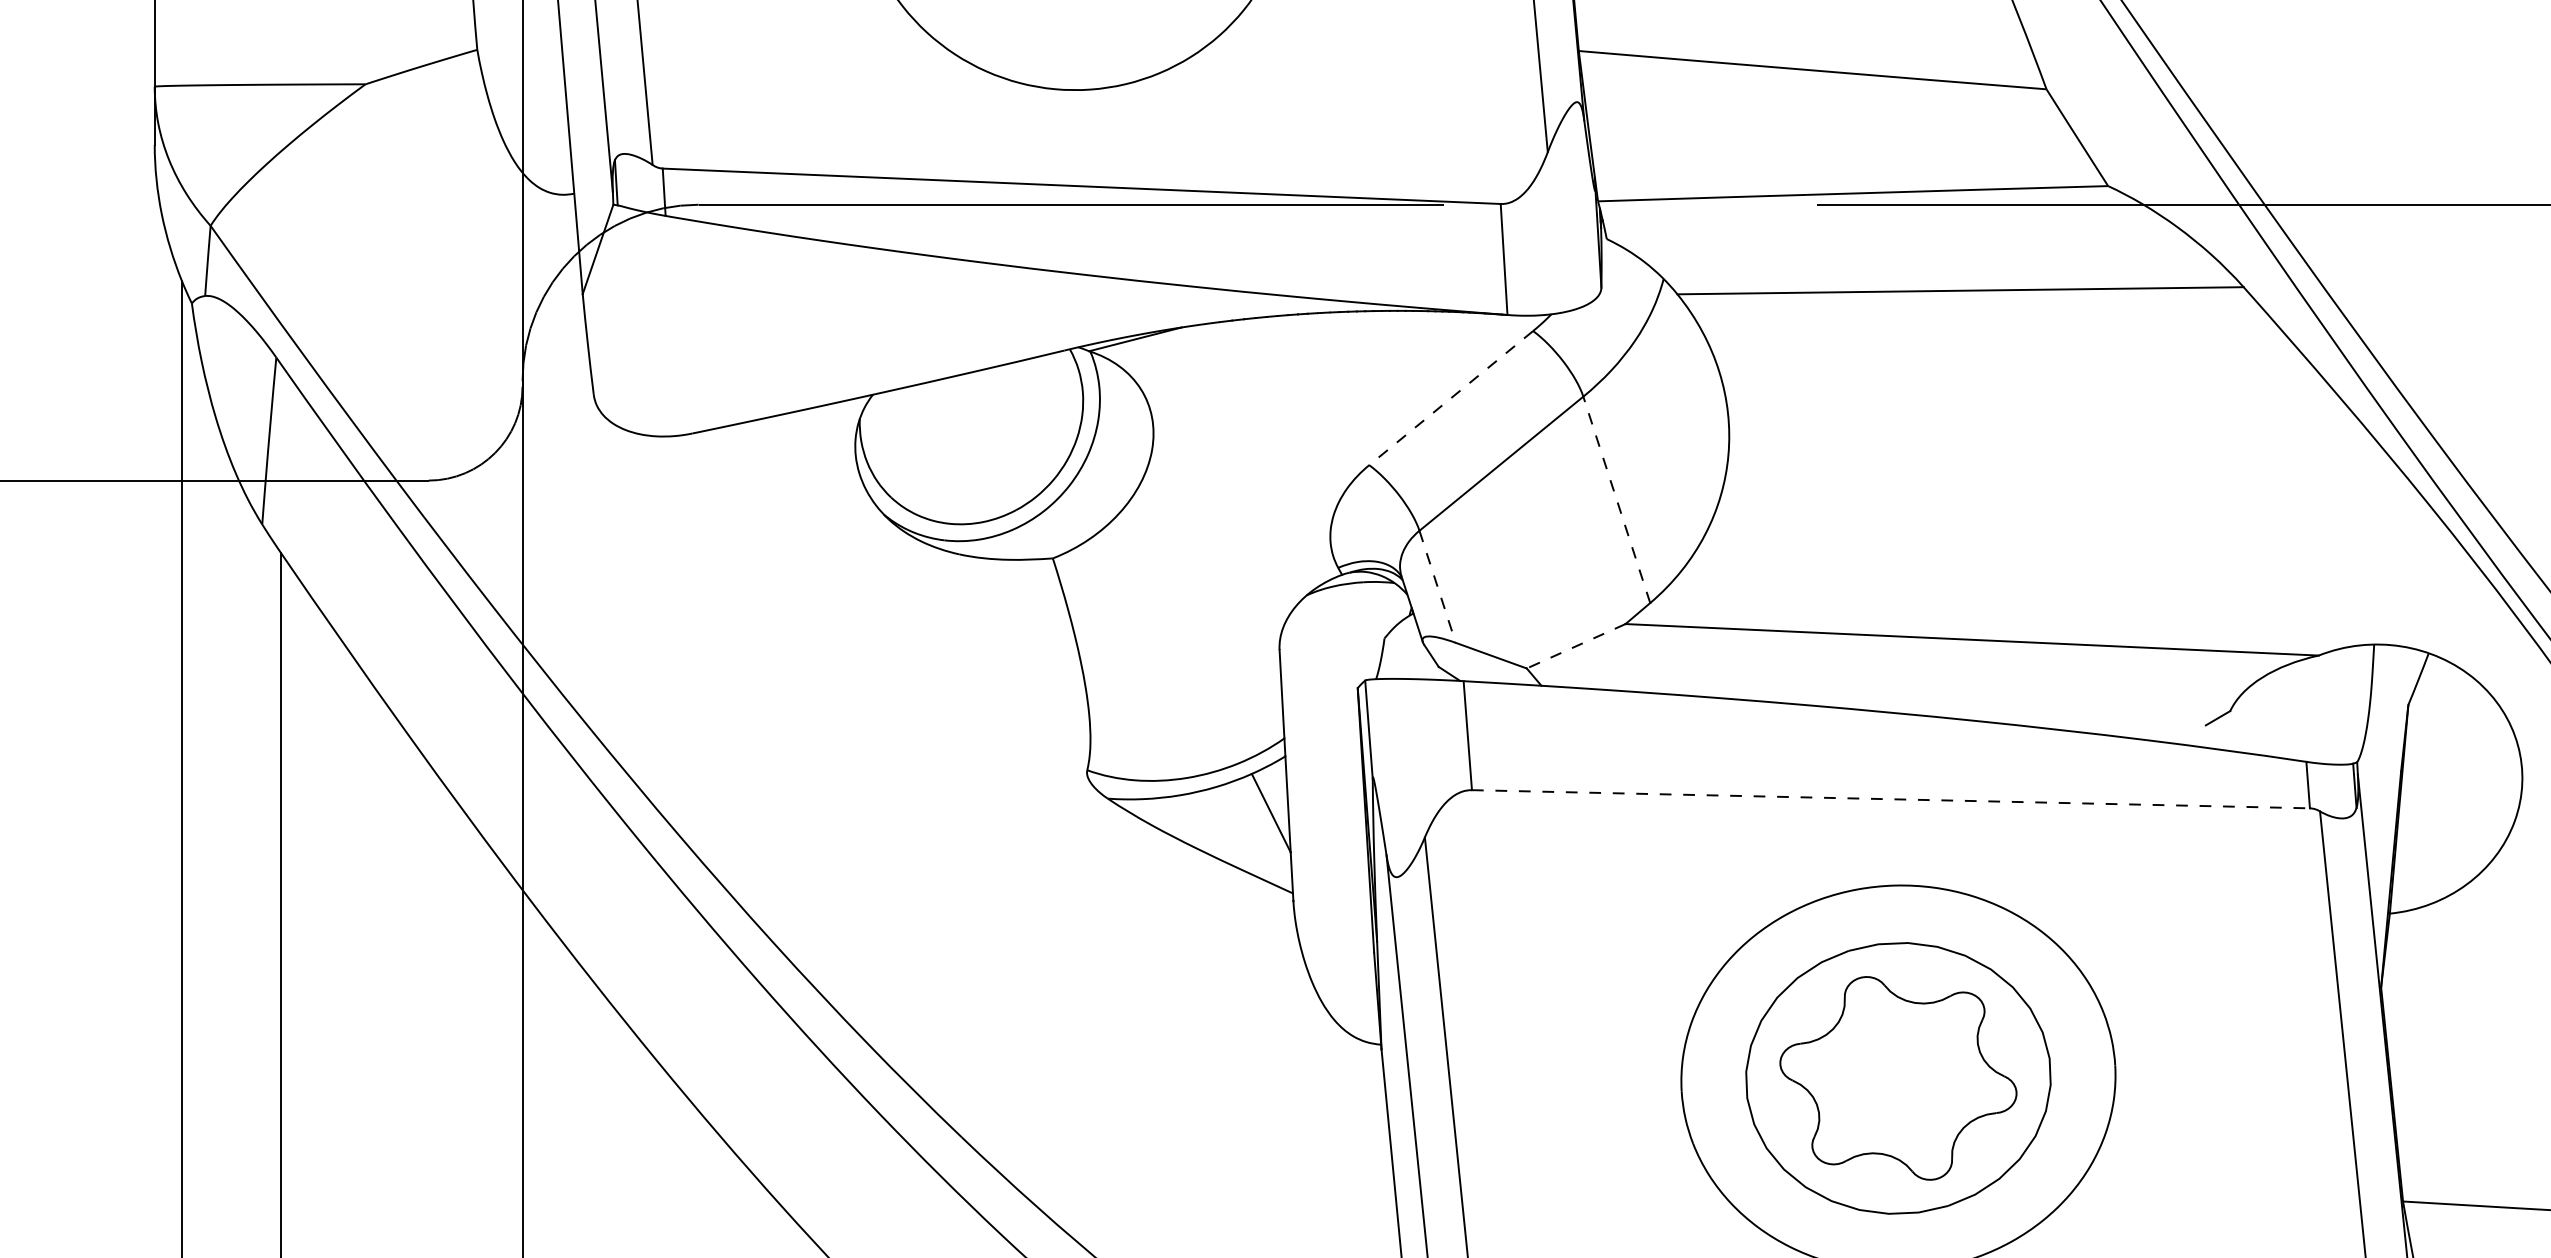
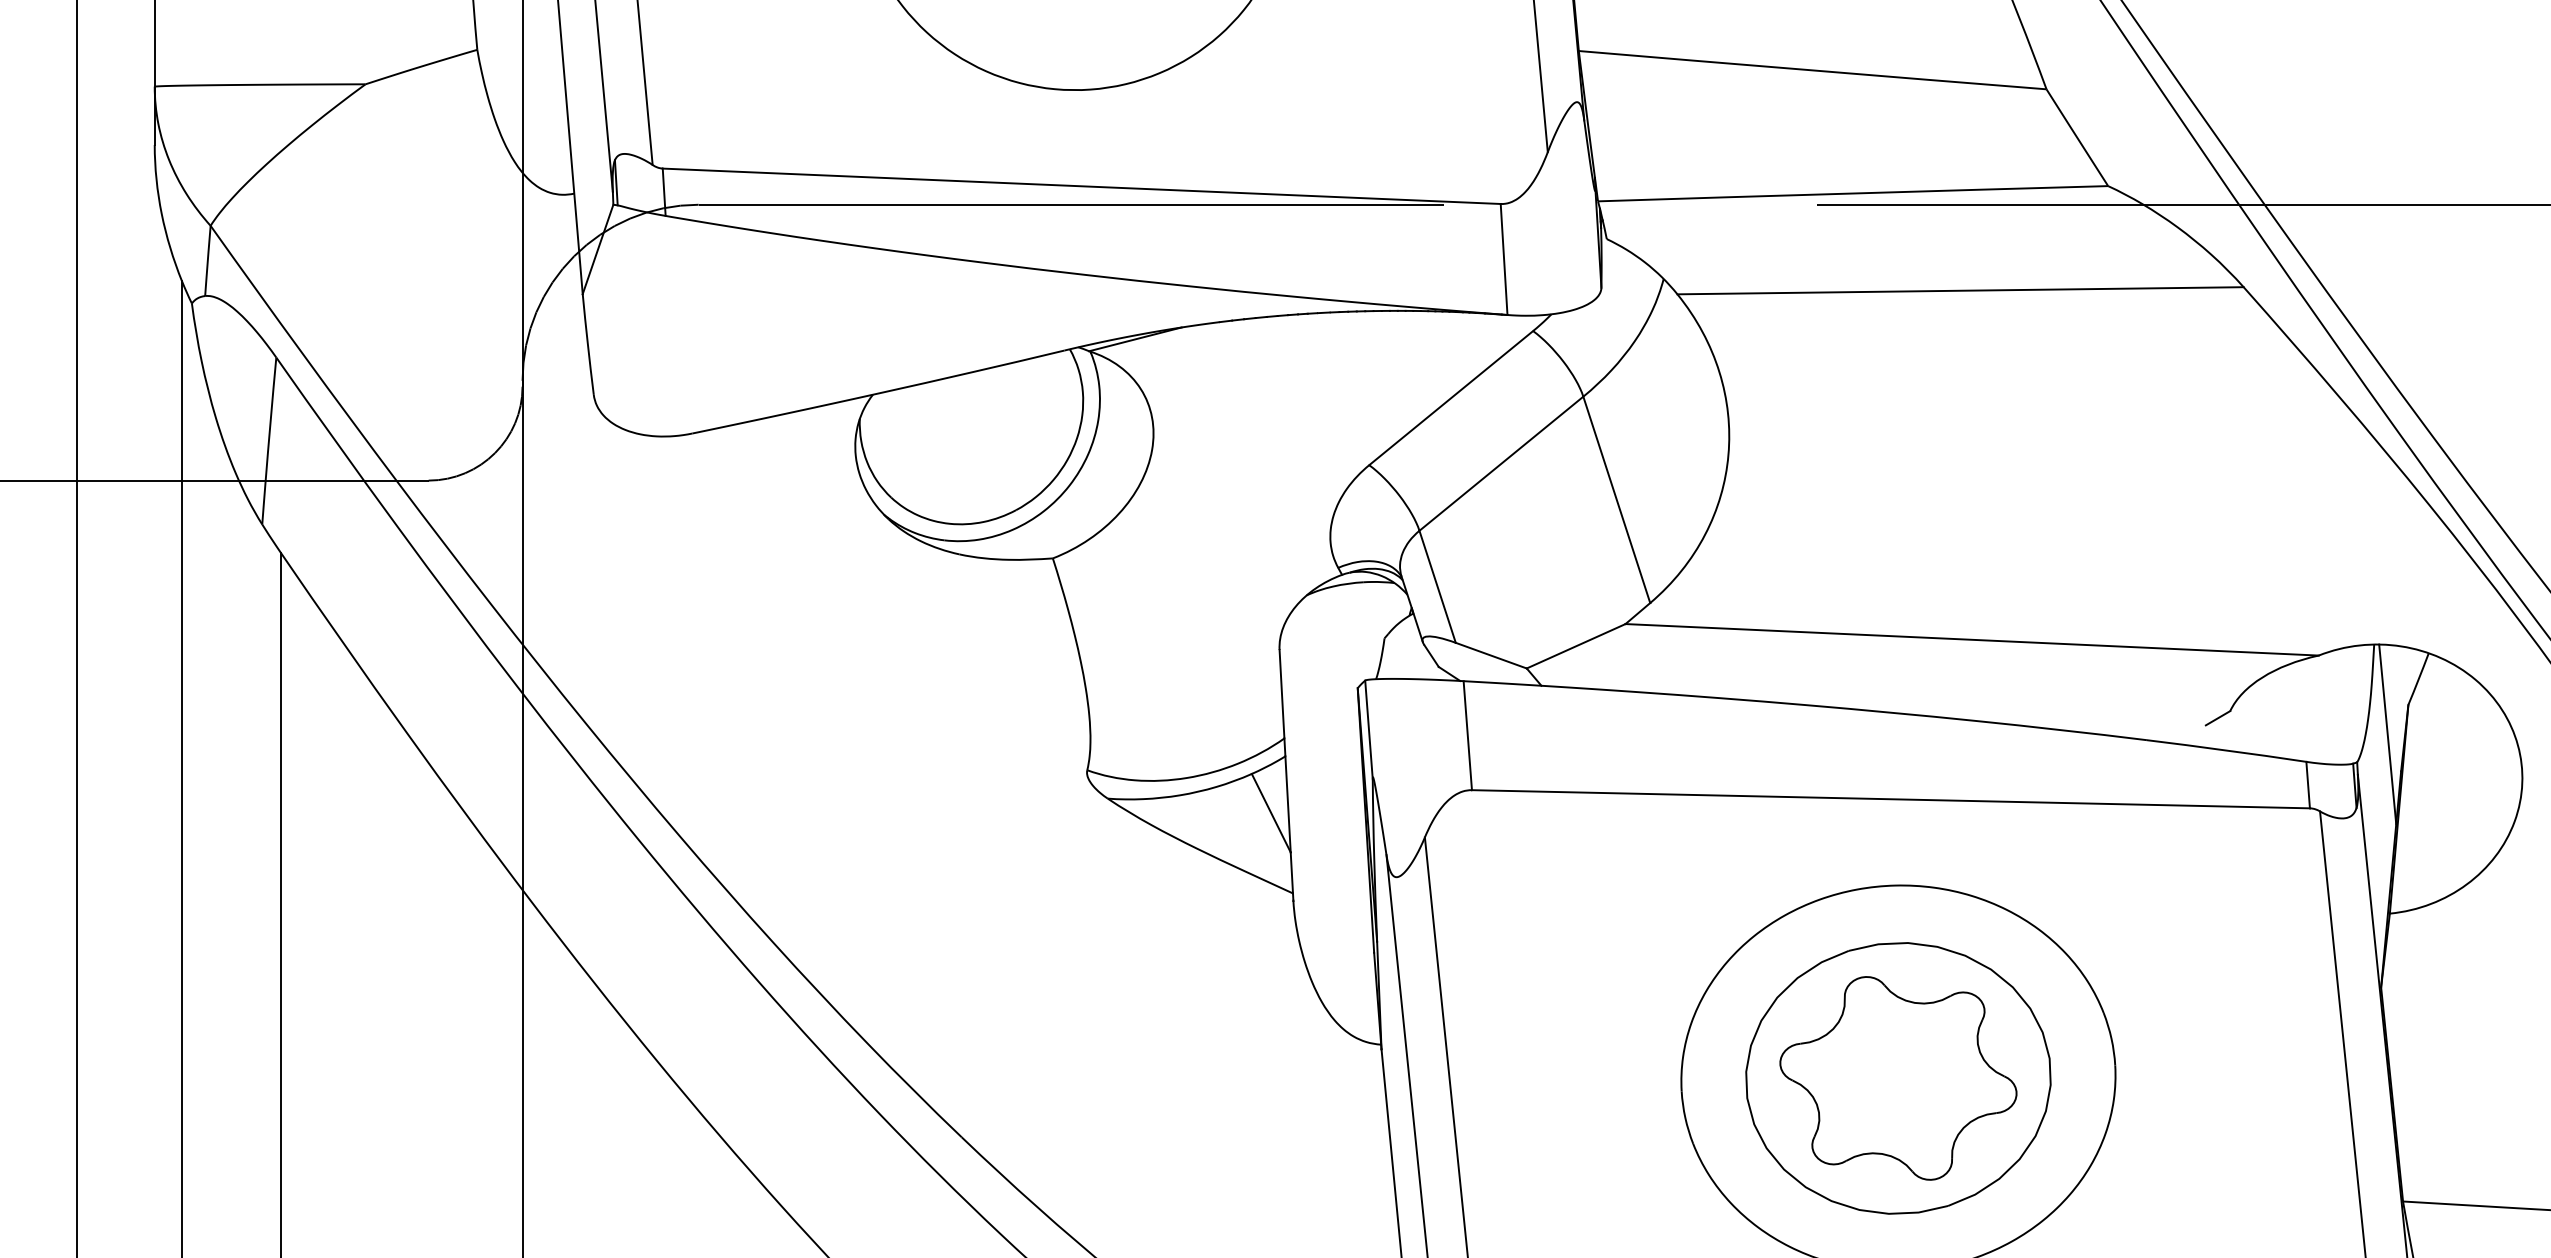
line at (1451, 398): dashed -> solid
line at (1616, 499): dashed -> solid
line at (1437, 586): dashed -> solid
line at (76, 628): none -> present
line at (1575, 646): dashed -> solid
line at (2387, 734): none -> present
line at (1891, 799): dashed -> solid
